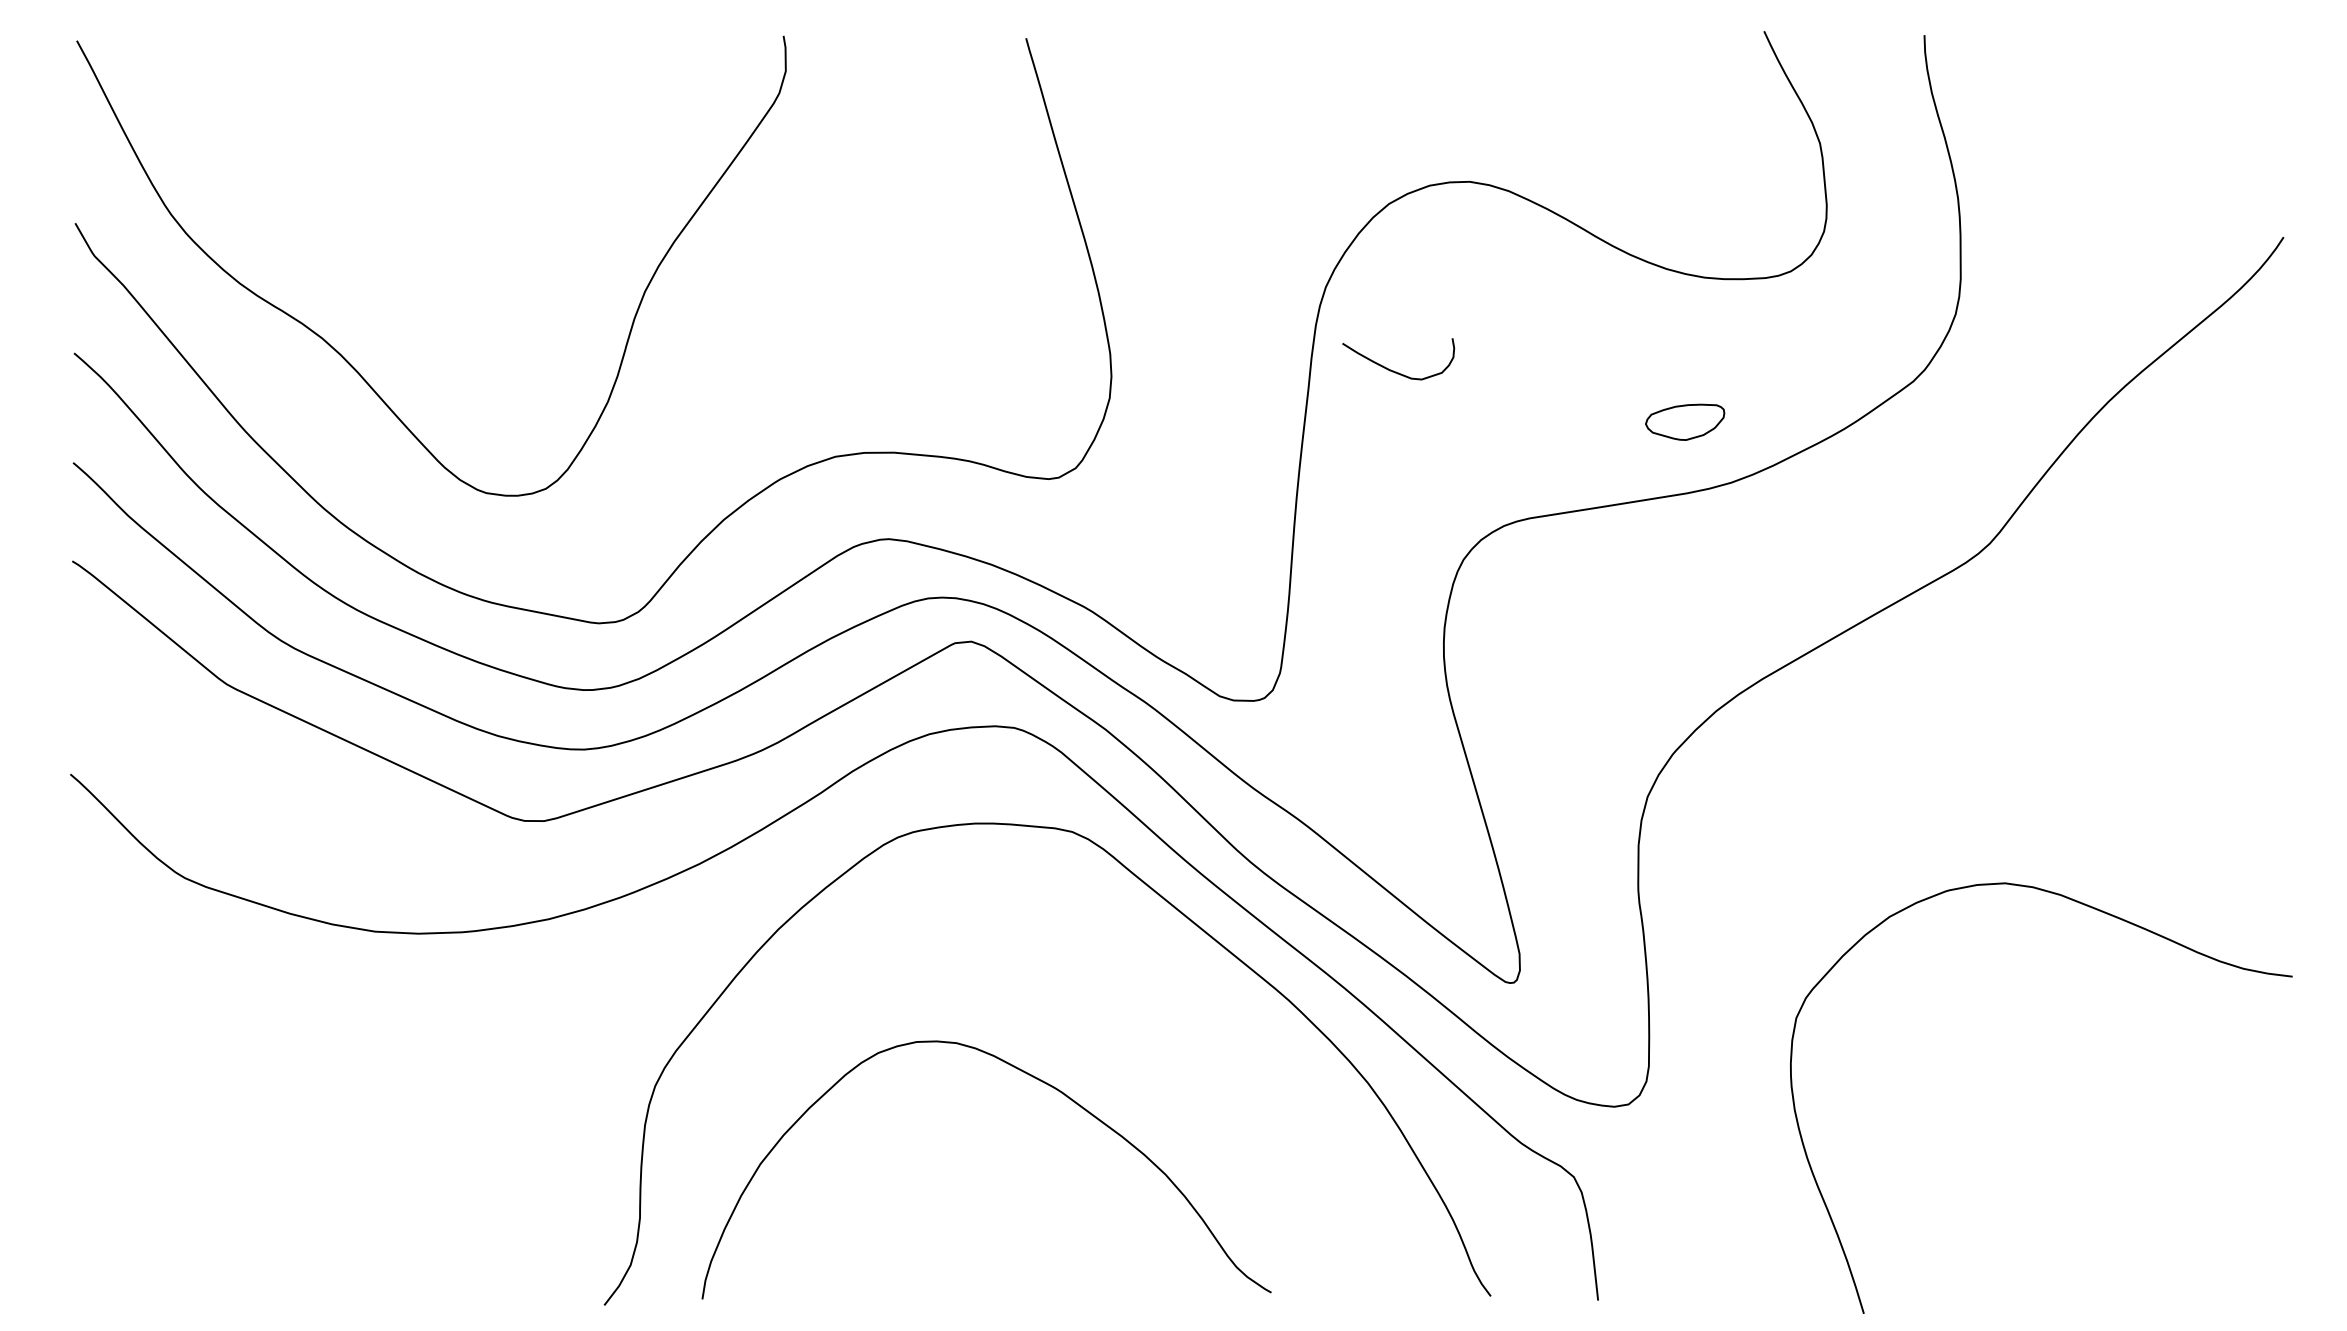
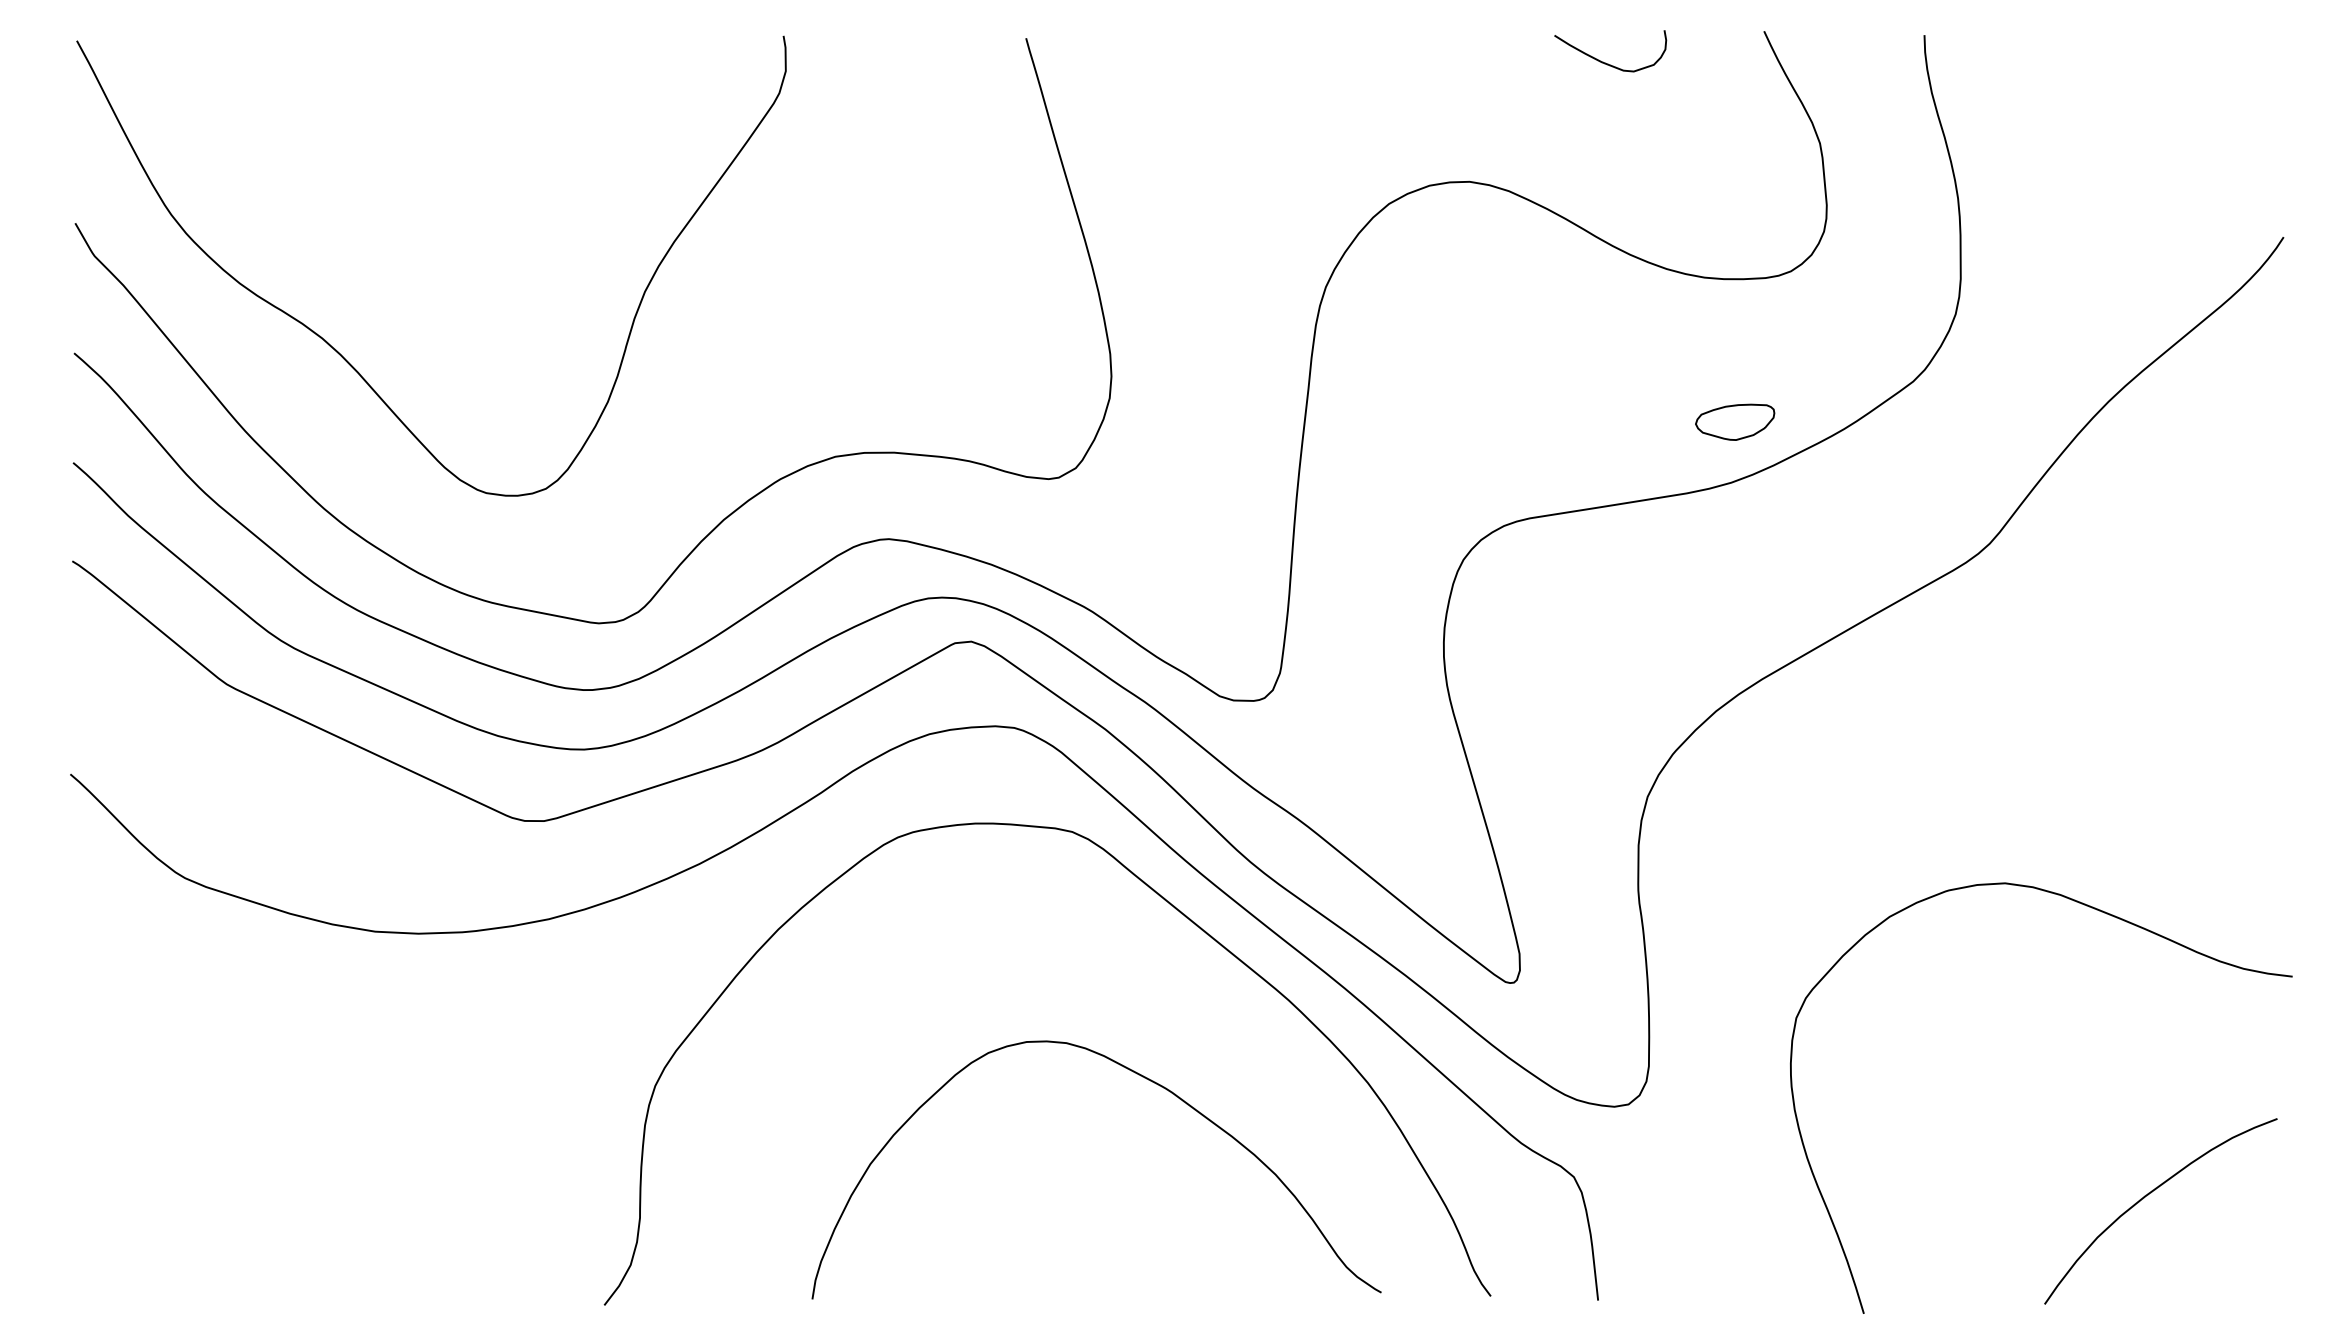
curve at (1393, 370) position: (1393, 370) -> (1605, 62)
part at (1685, 421) position: (1685, 421) -> (1735, 421)
curve at (1032, 1077) position: (1032, 1077) -> (1142, 1077)
curve at (2148, 1195): none -> present
